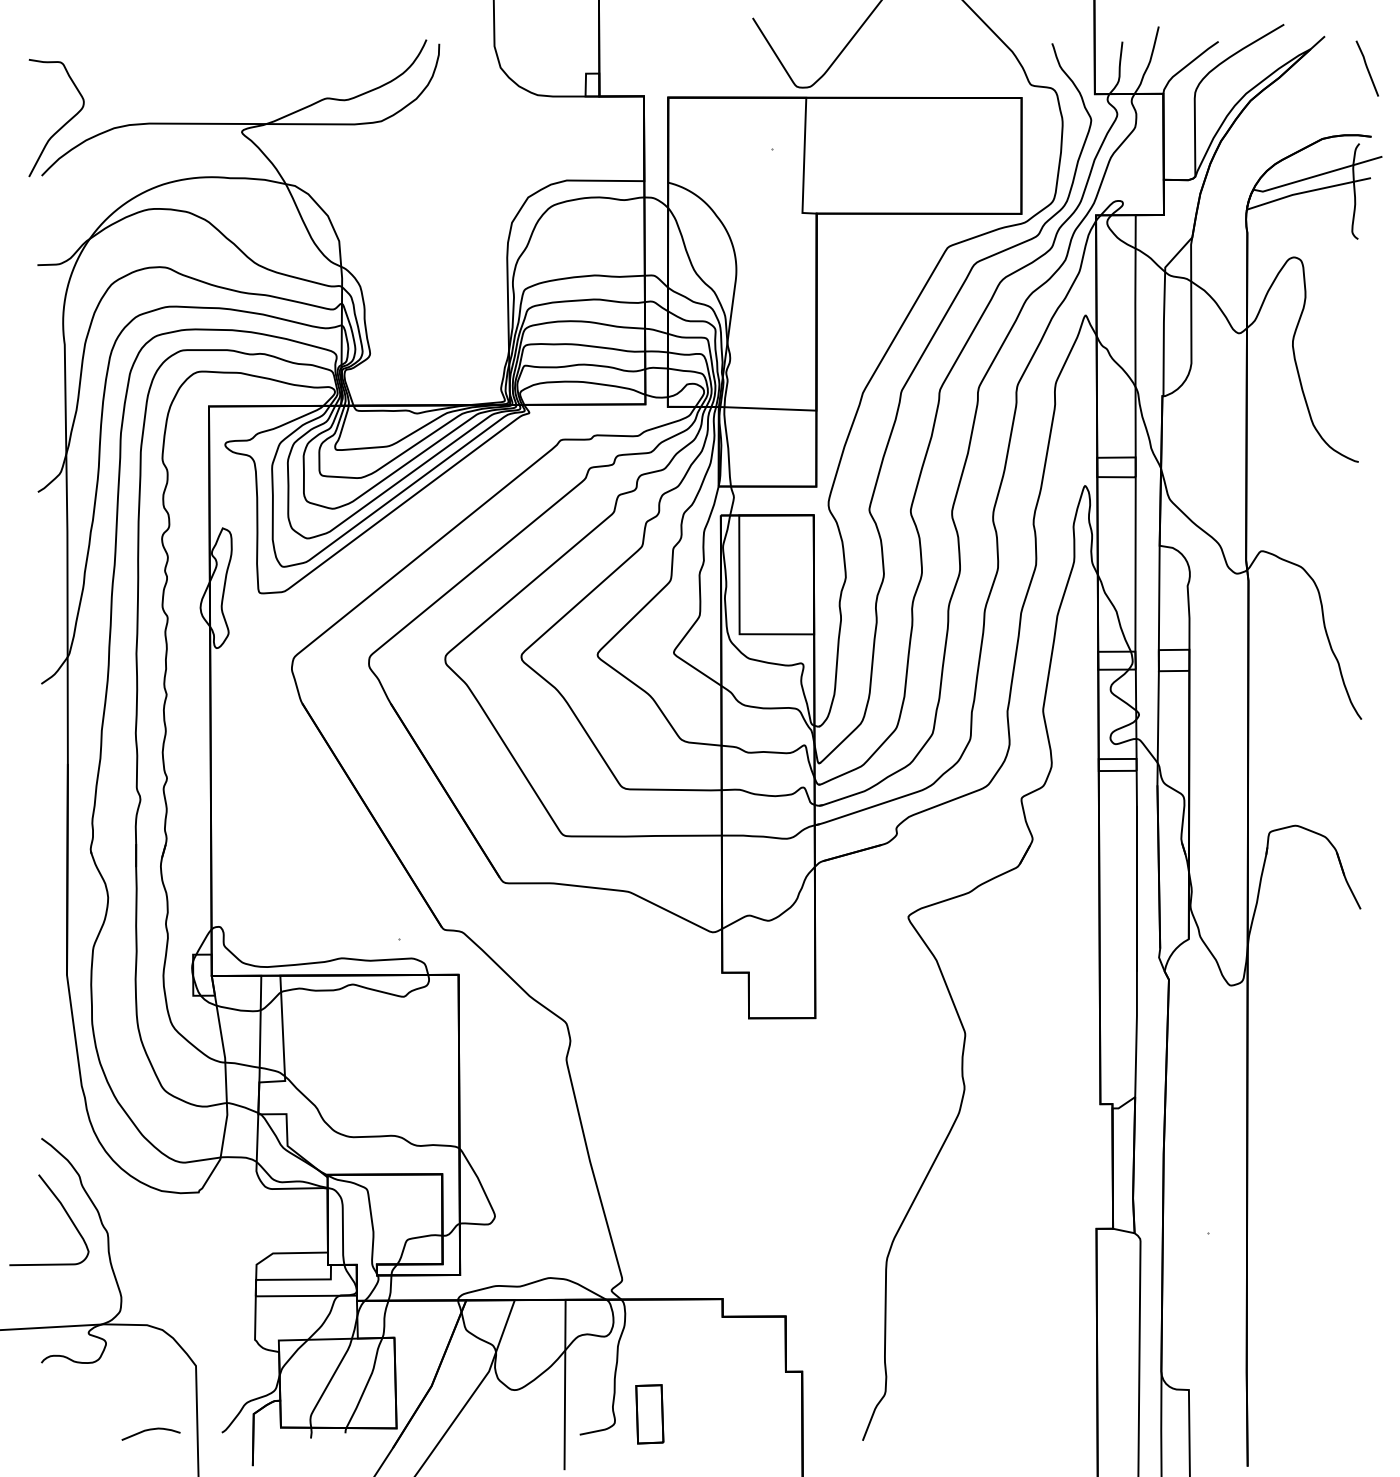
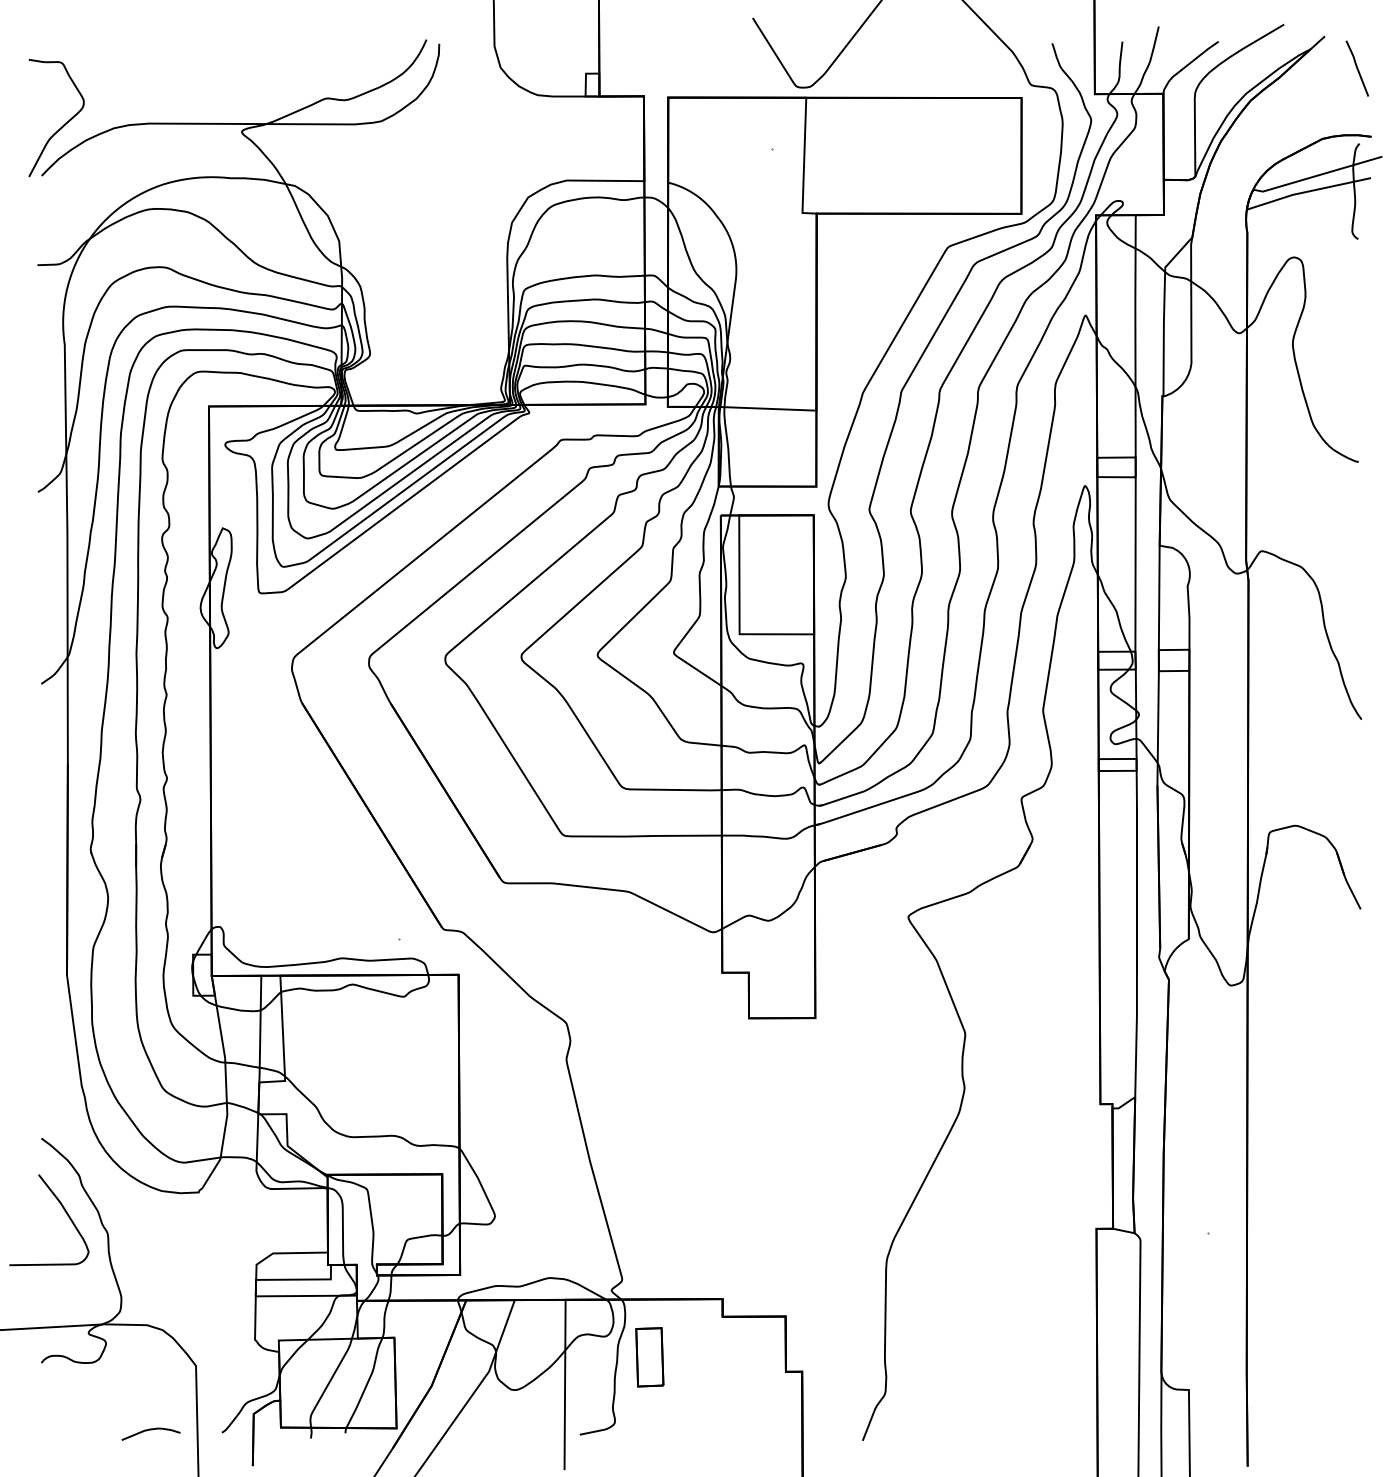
line at (1366, 68) position: (1366, 68) -> (1356, 68)
part at (649, 1414) position: (649, 1414) -> (649, 1357)
